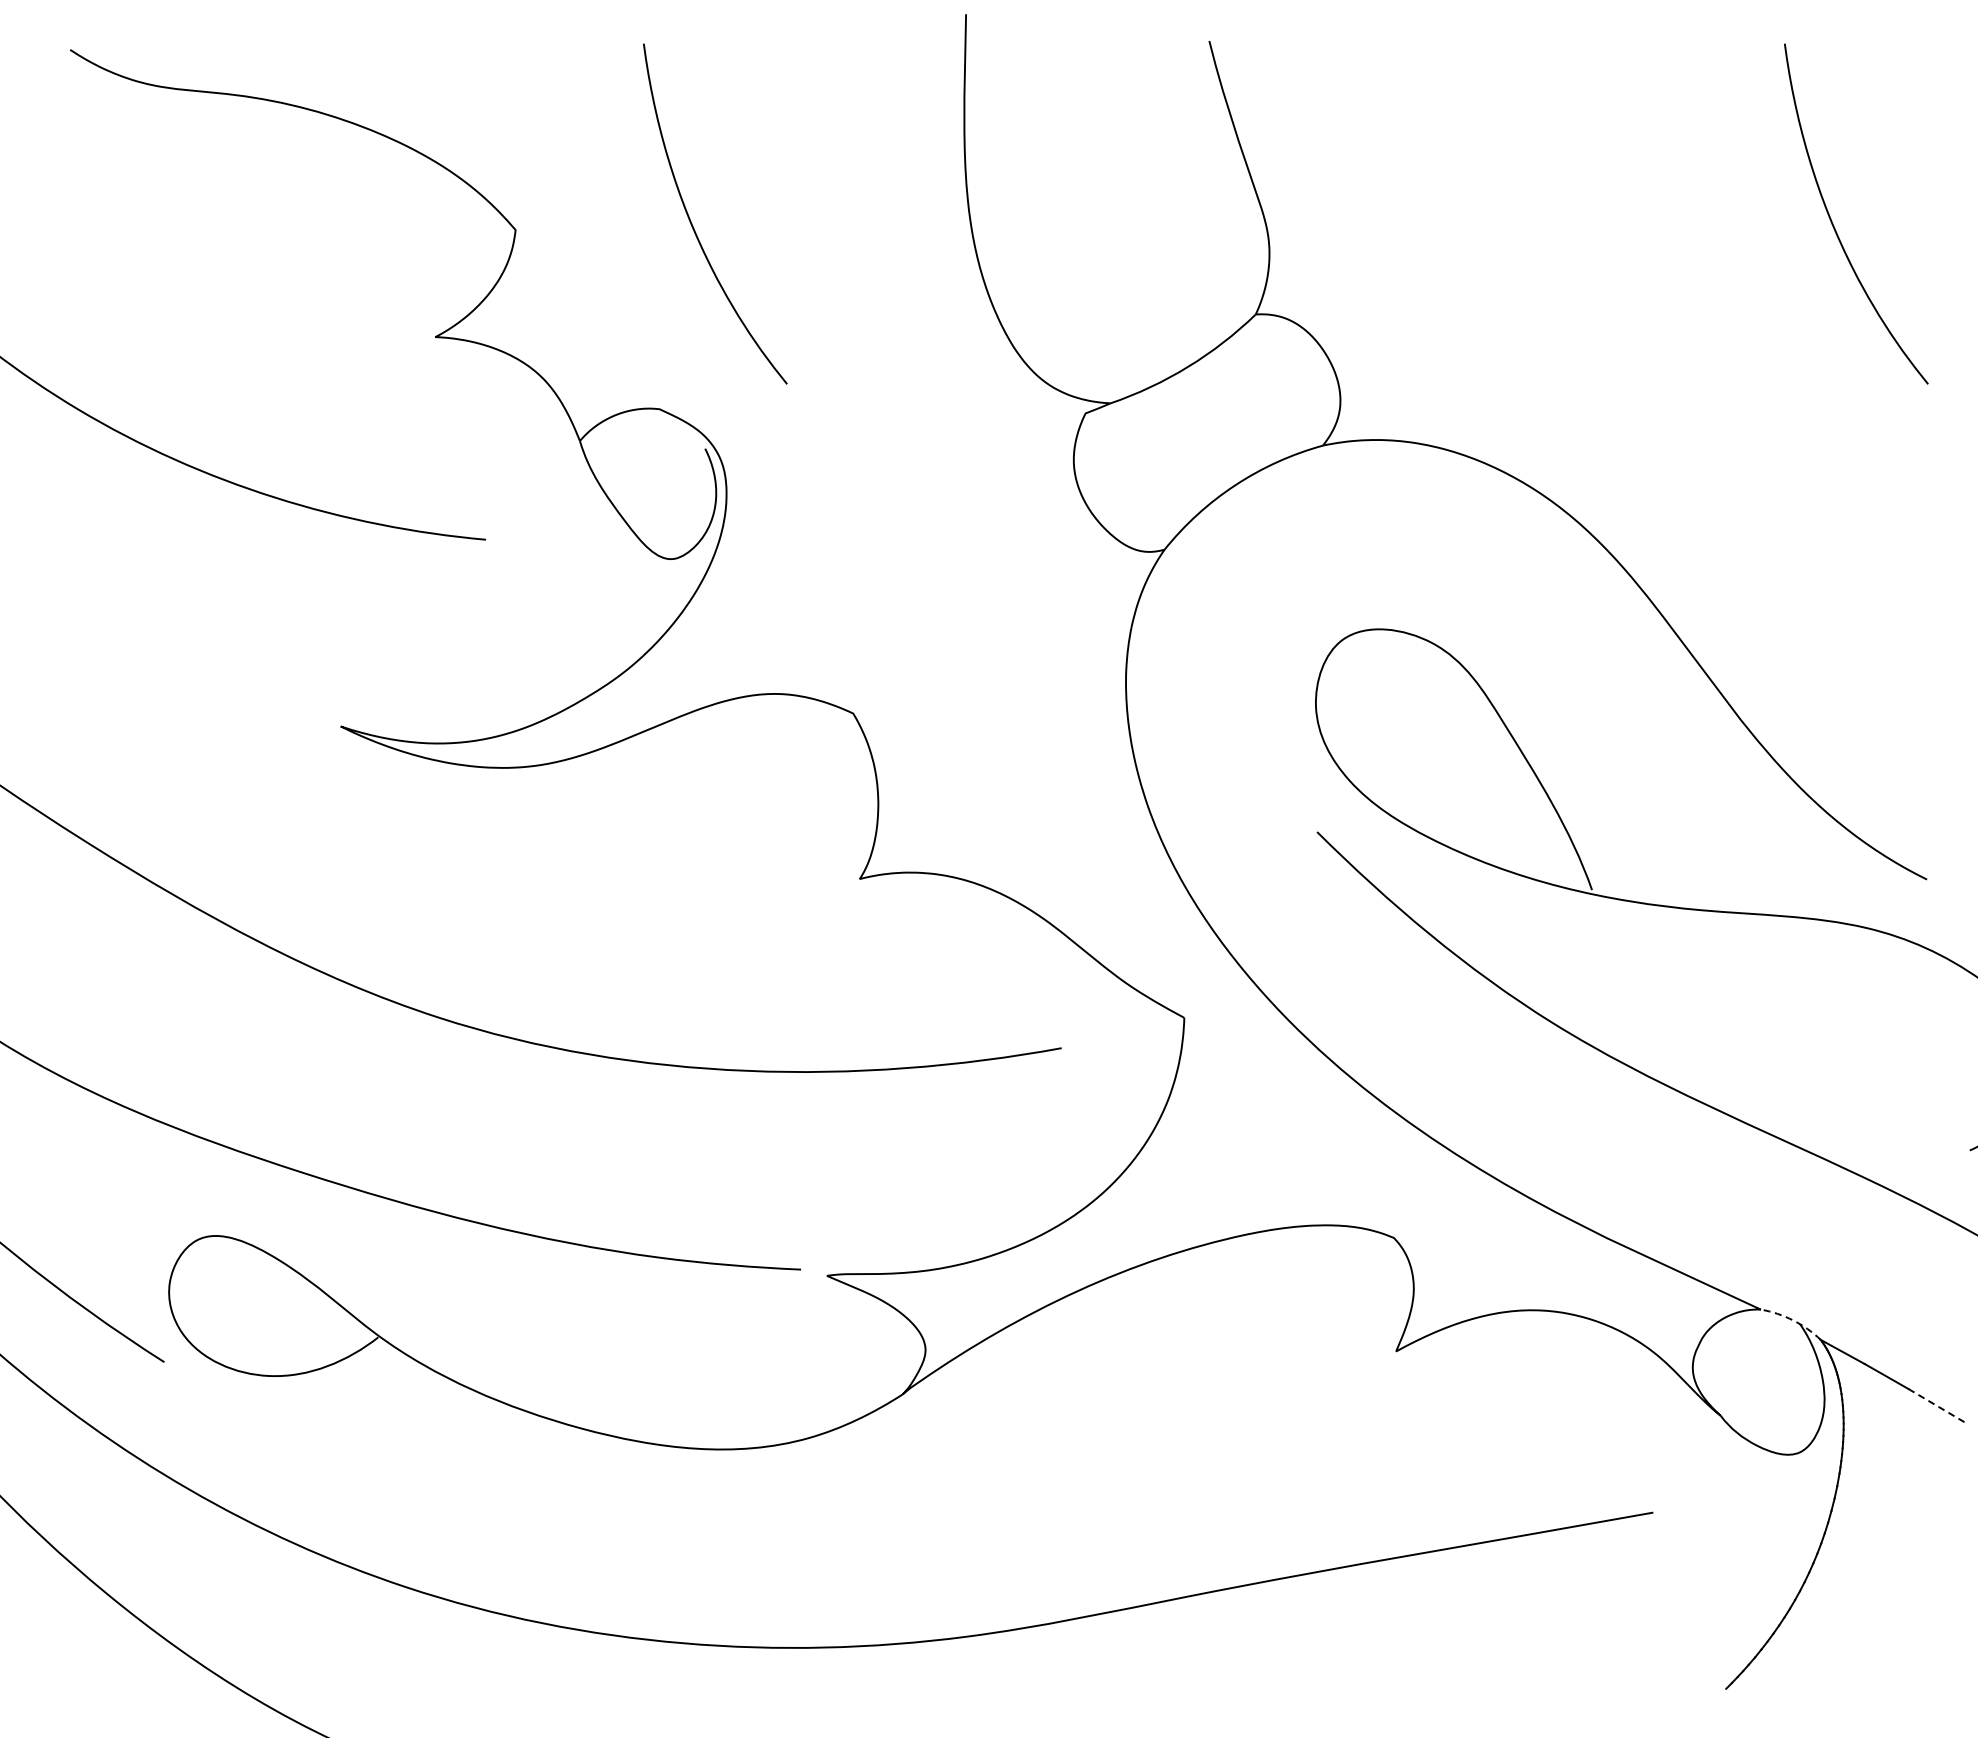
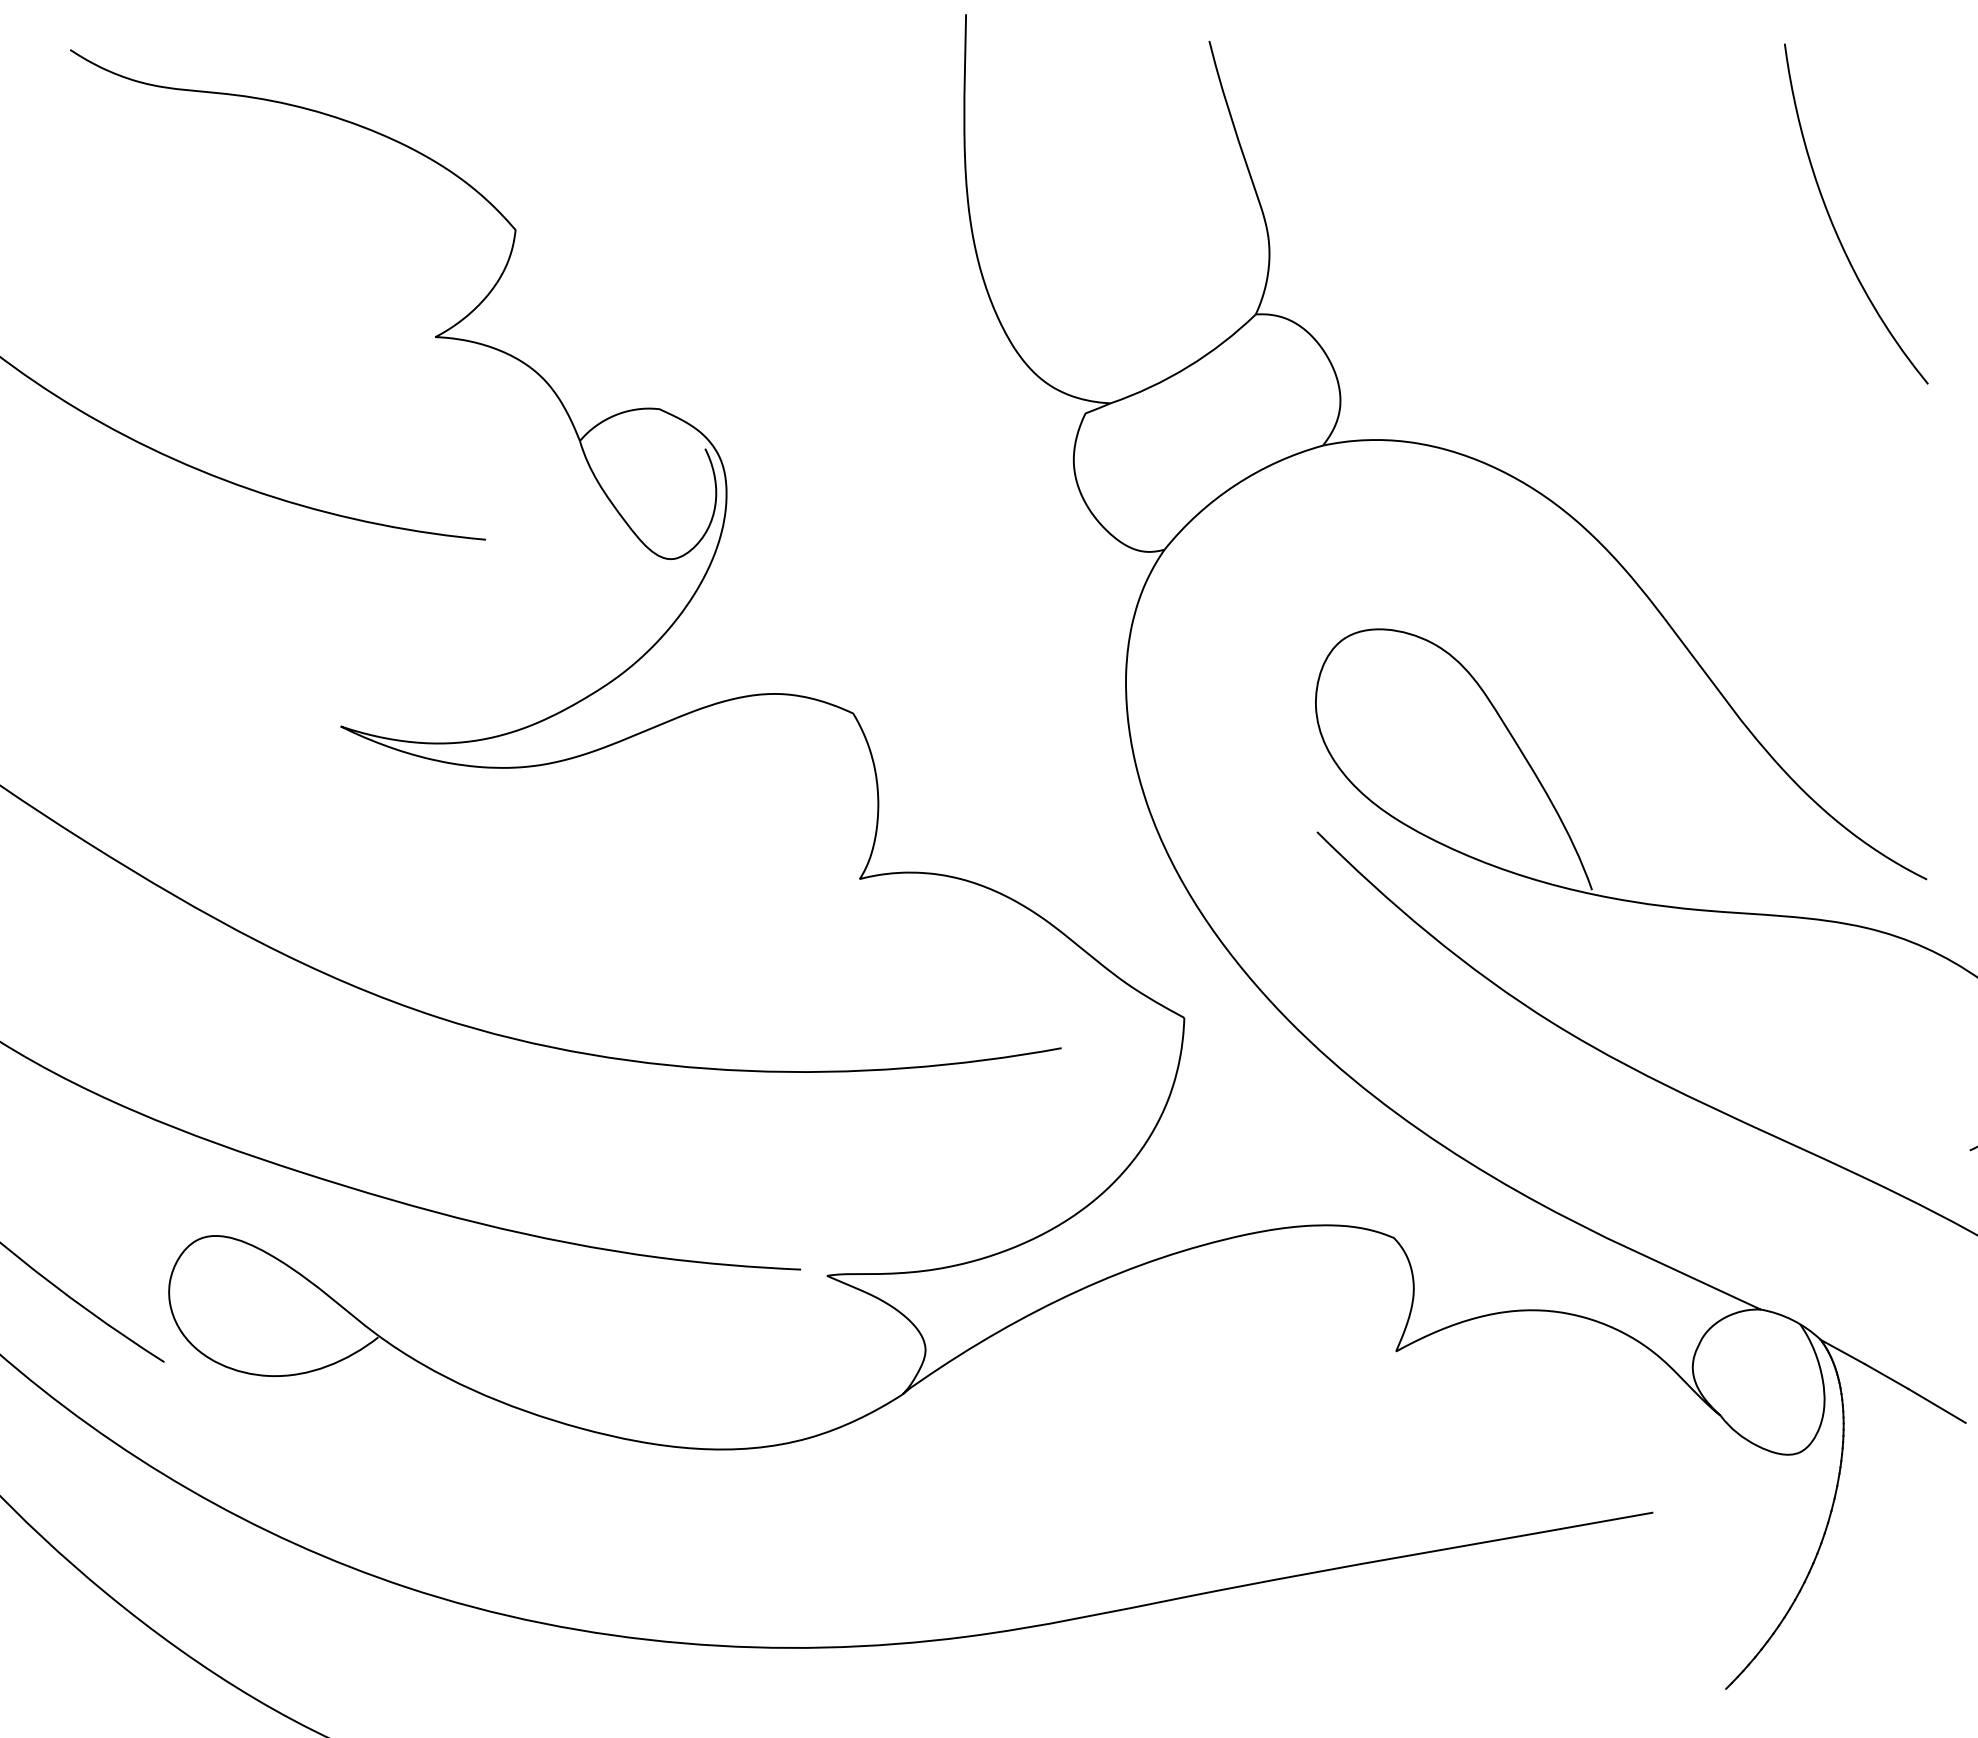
curve at (693, 225): present -> none
arc at (1793, 1320): dashed -> solid
line at (1937, 1406): dashed -> solid
